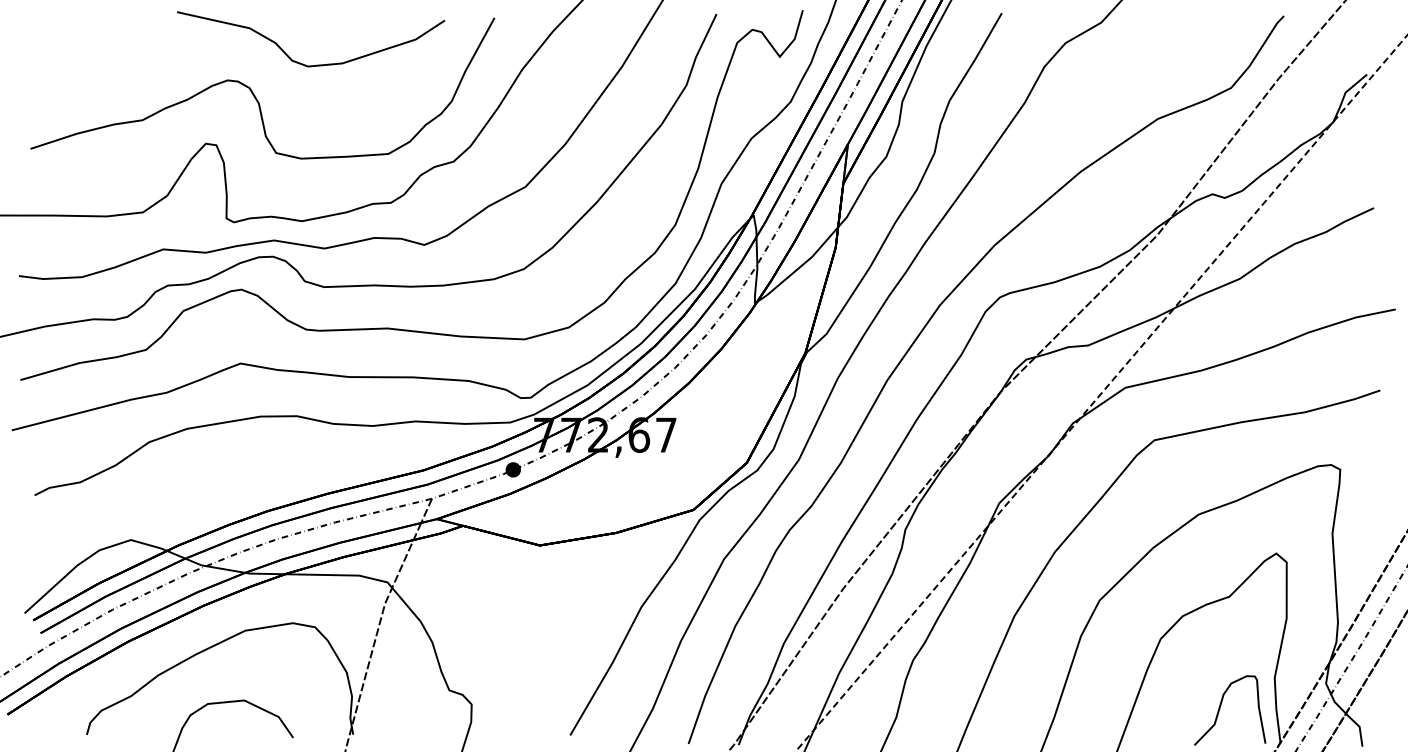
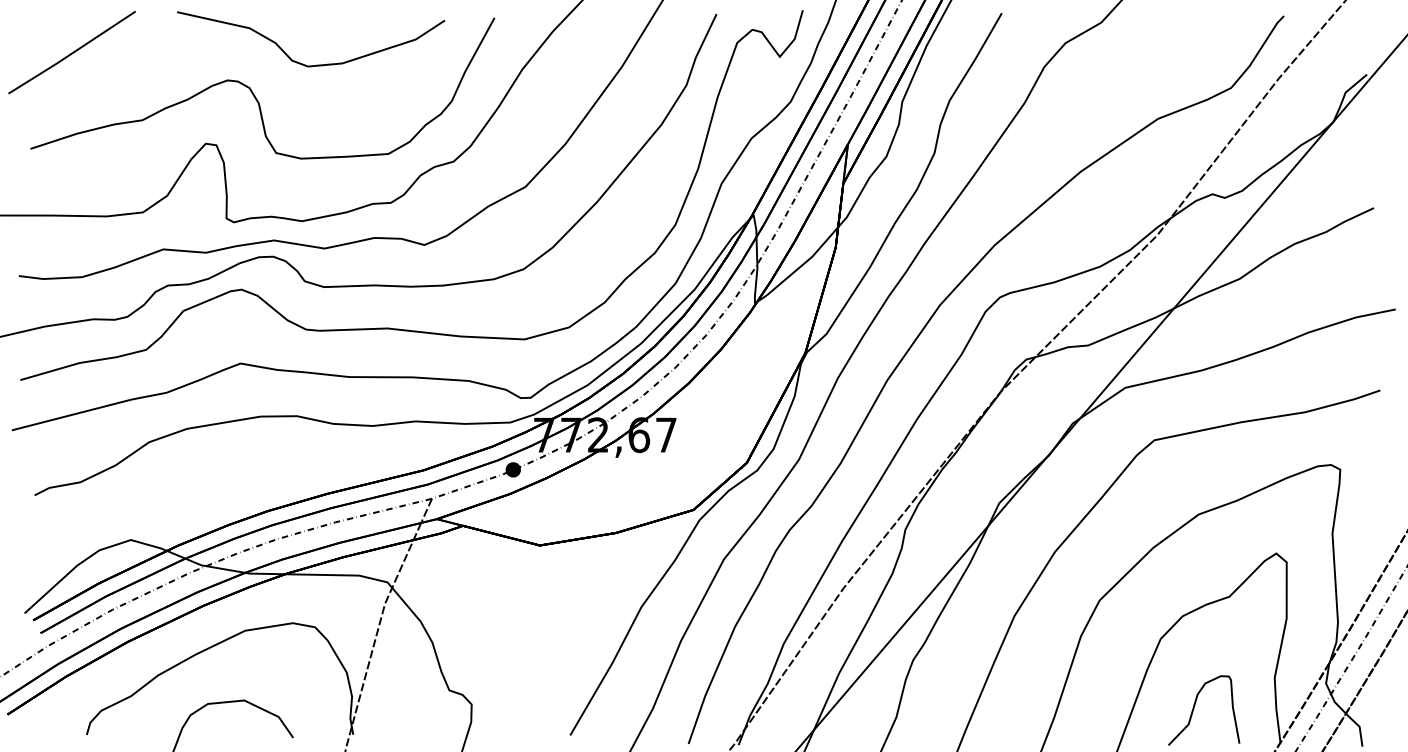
line at (71, 52): none -> present
line at (1102, 392): dashed -> solid
curve at (1220, 709) position: (1220, 709) -> (1194, 709)
